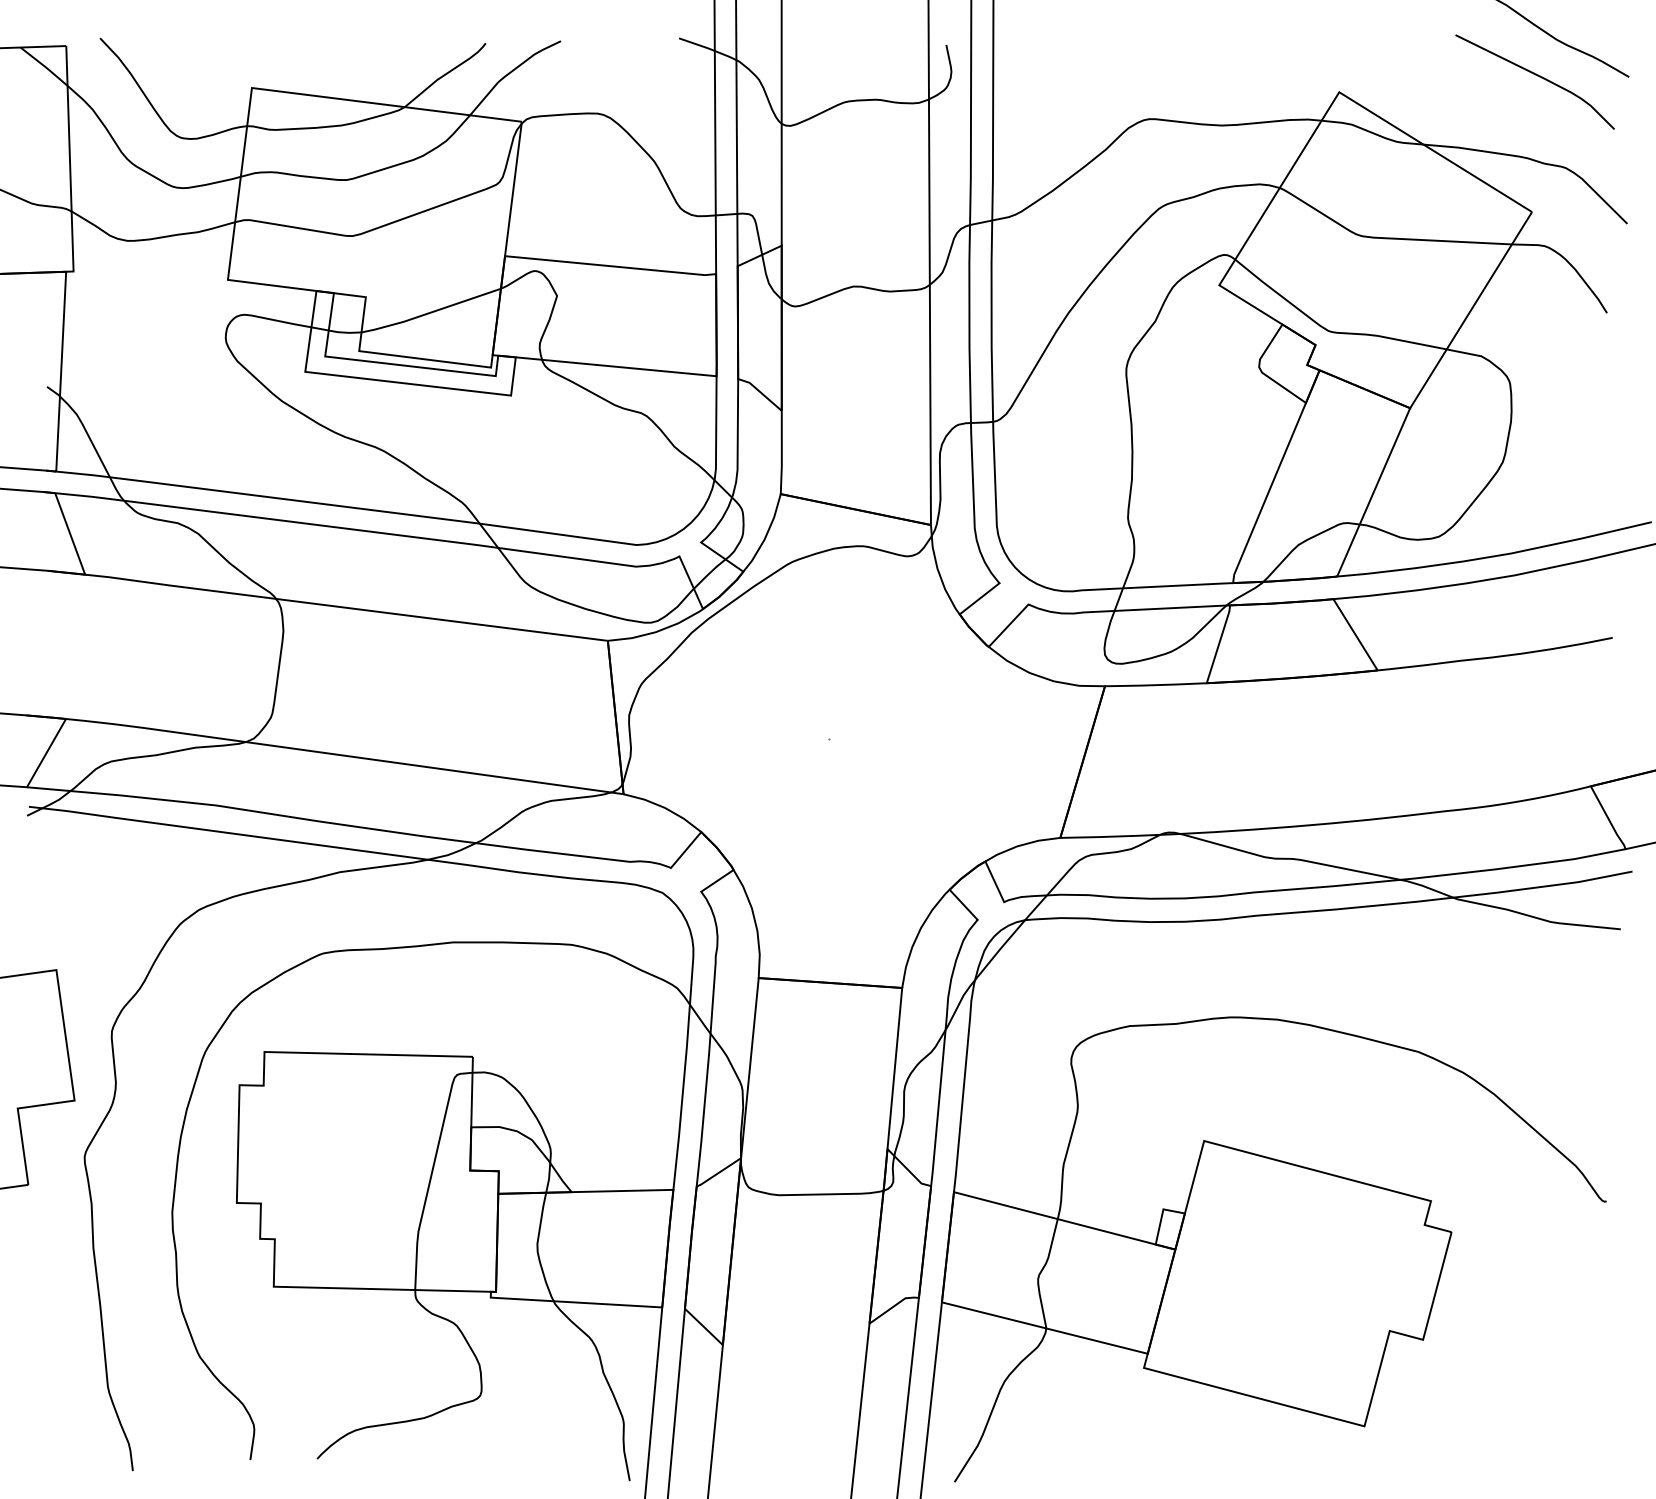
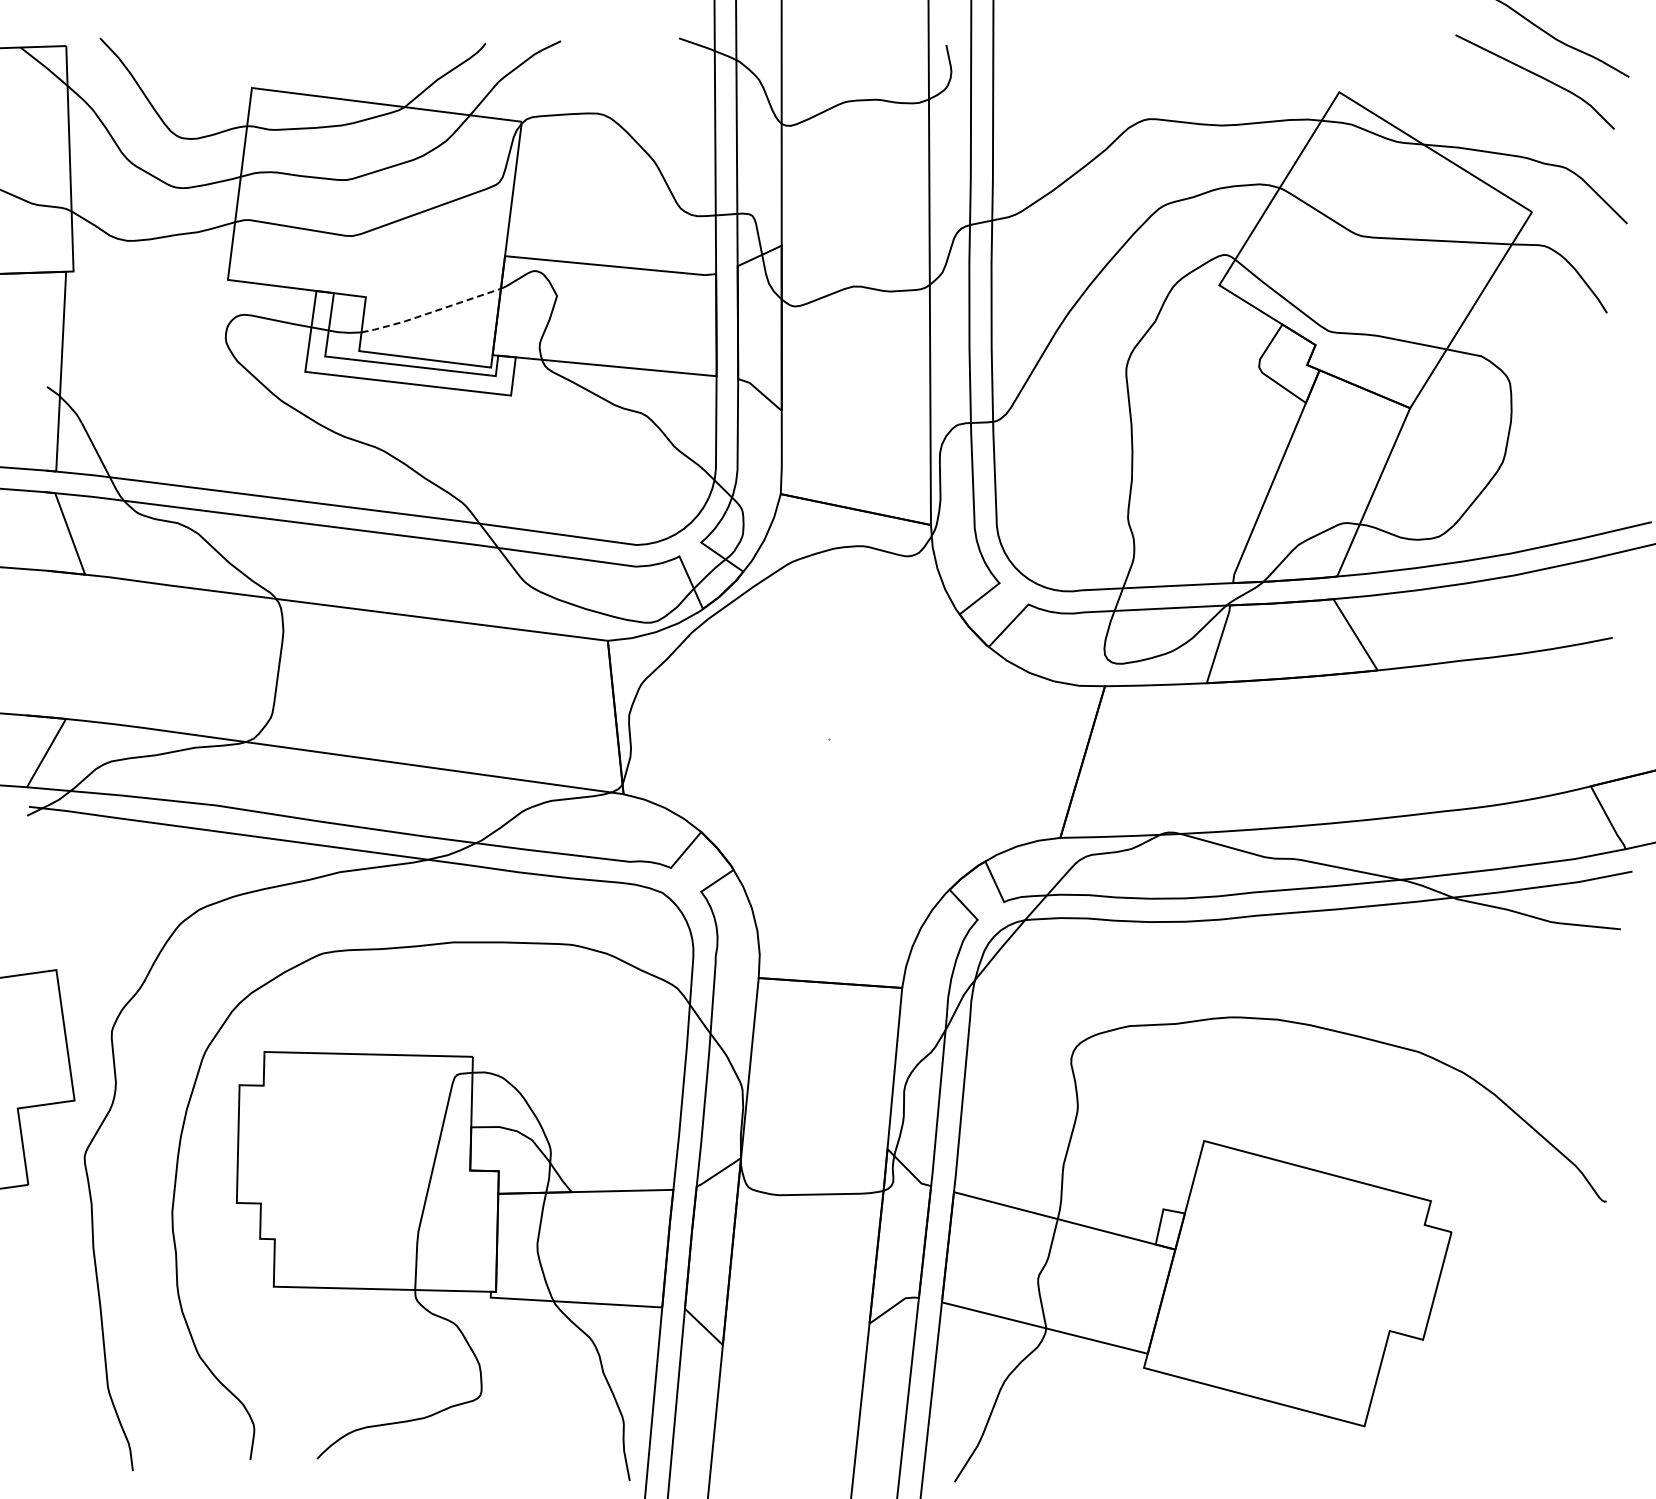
line at (430, 312): solid -> dashed
